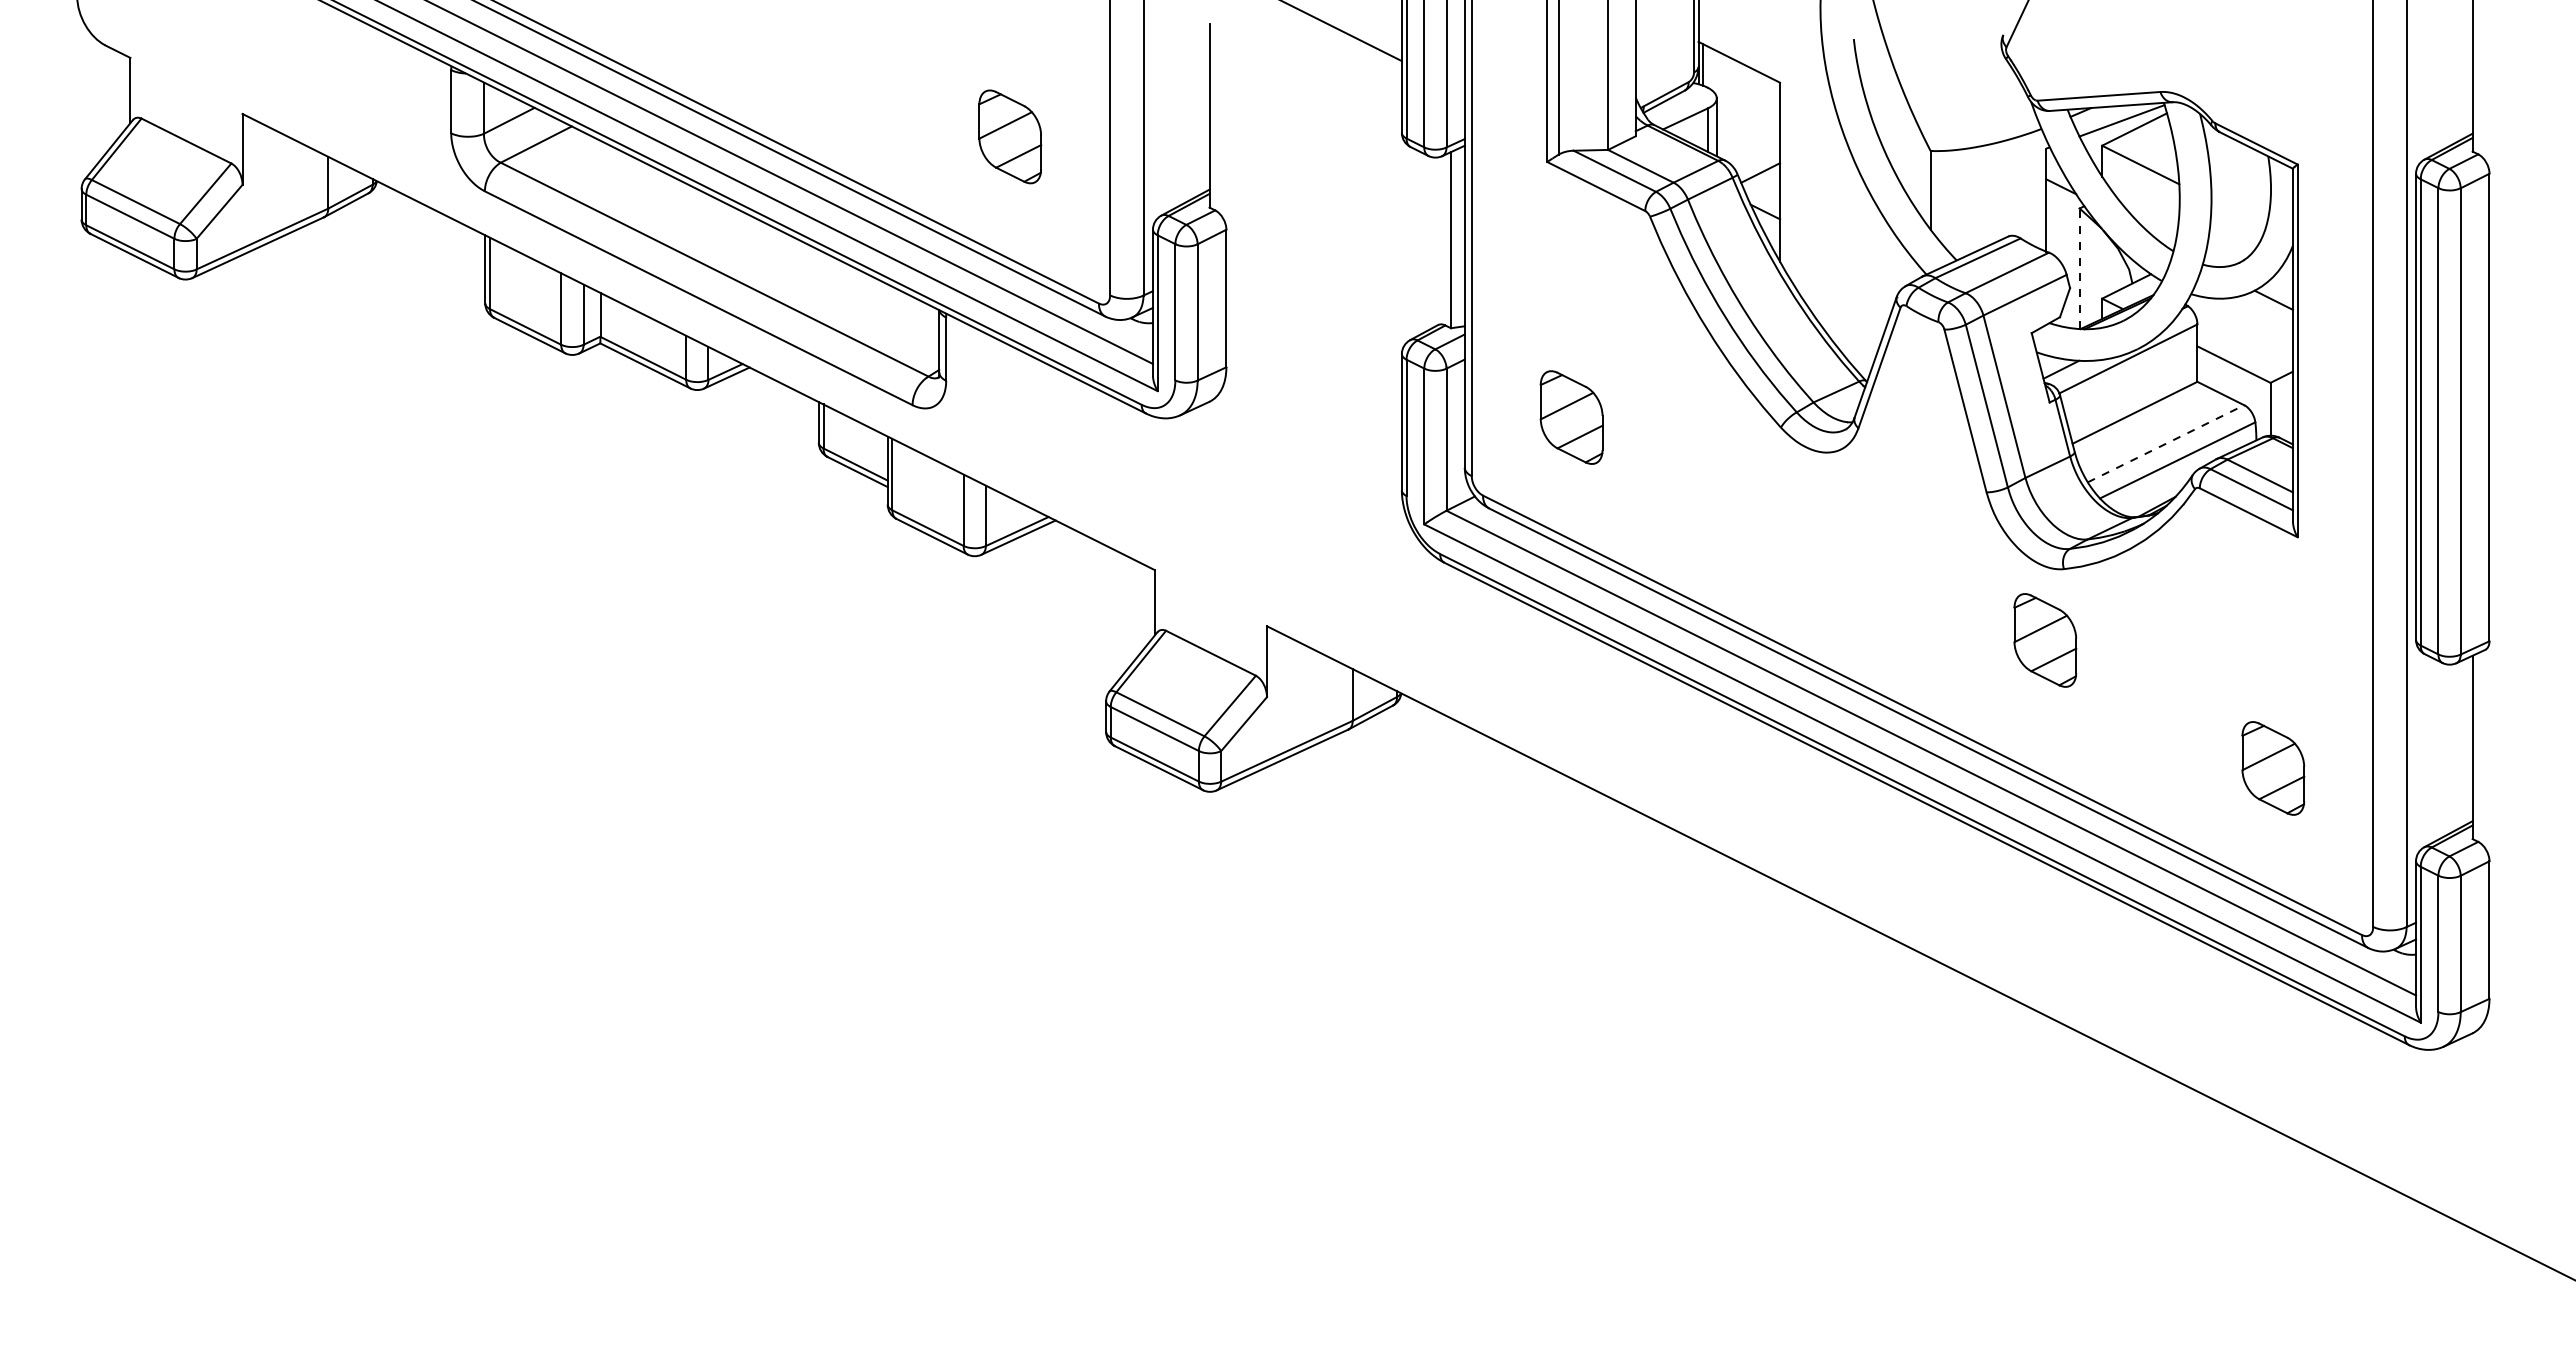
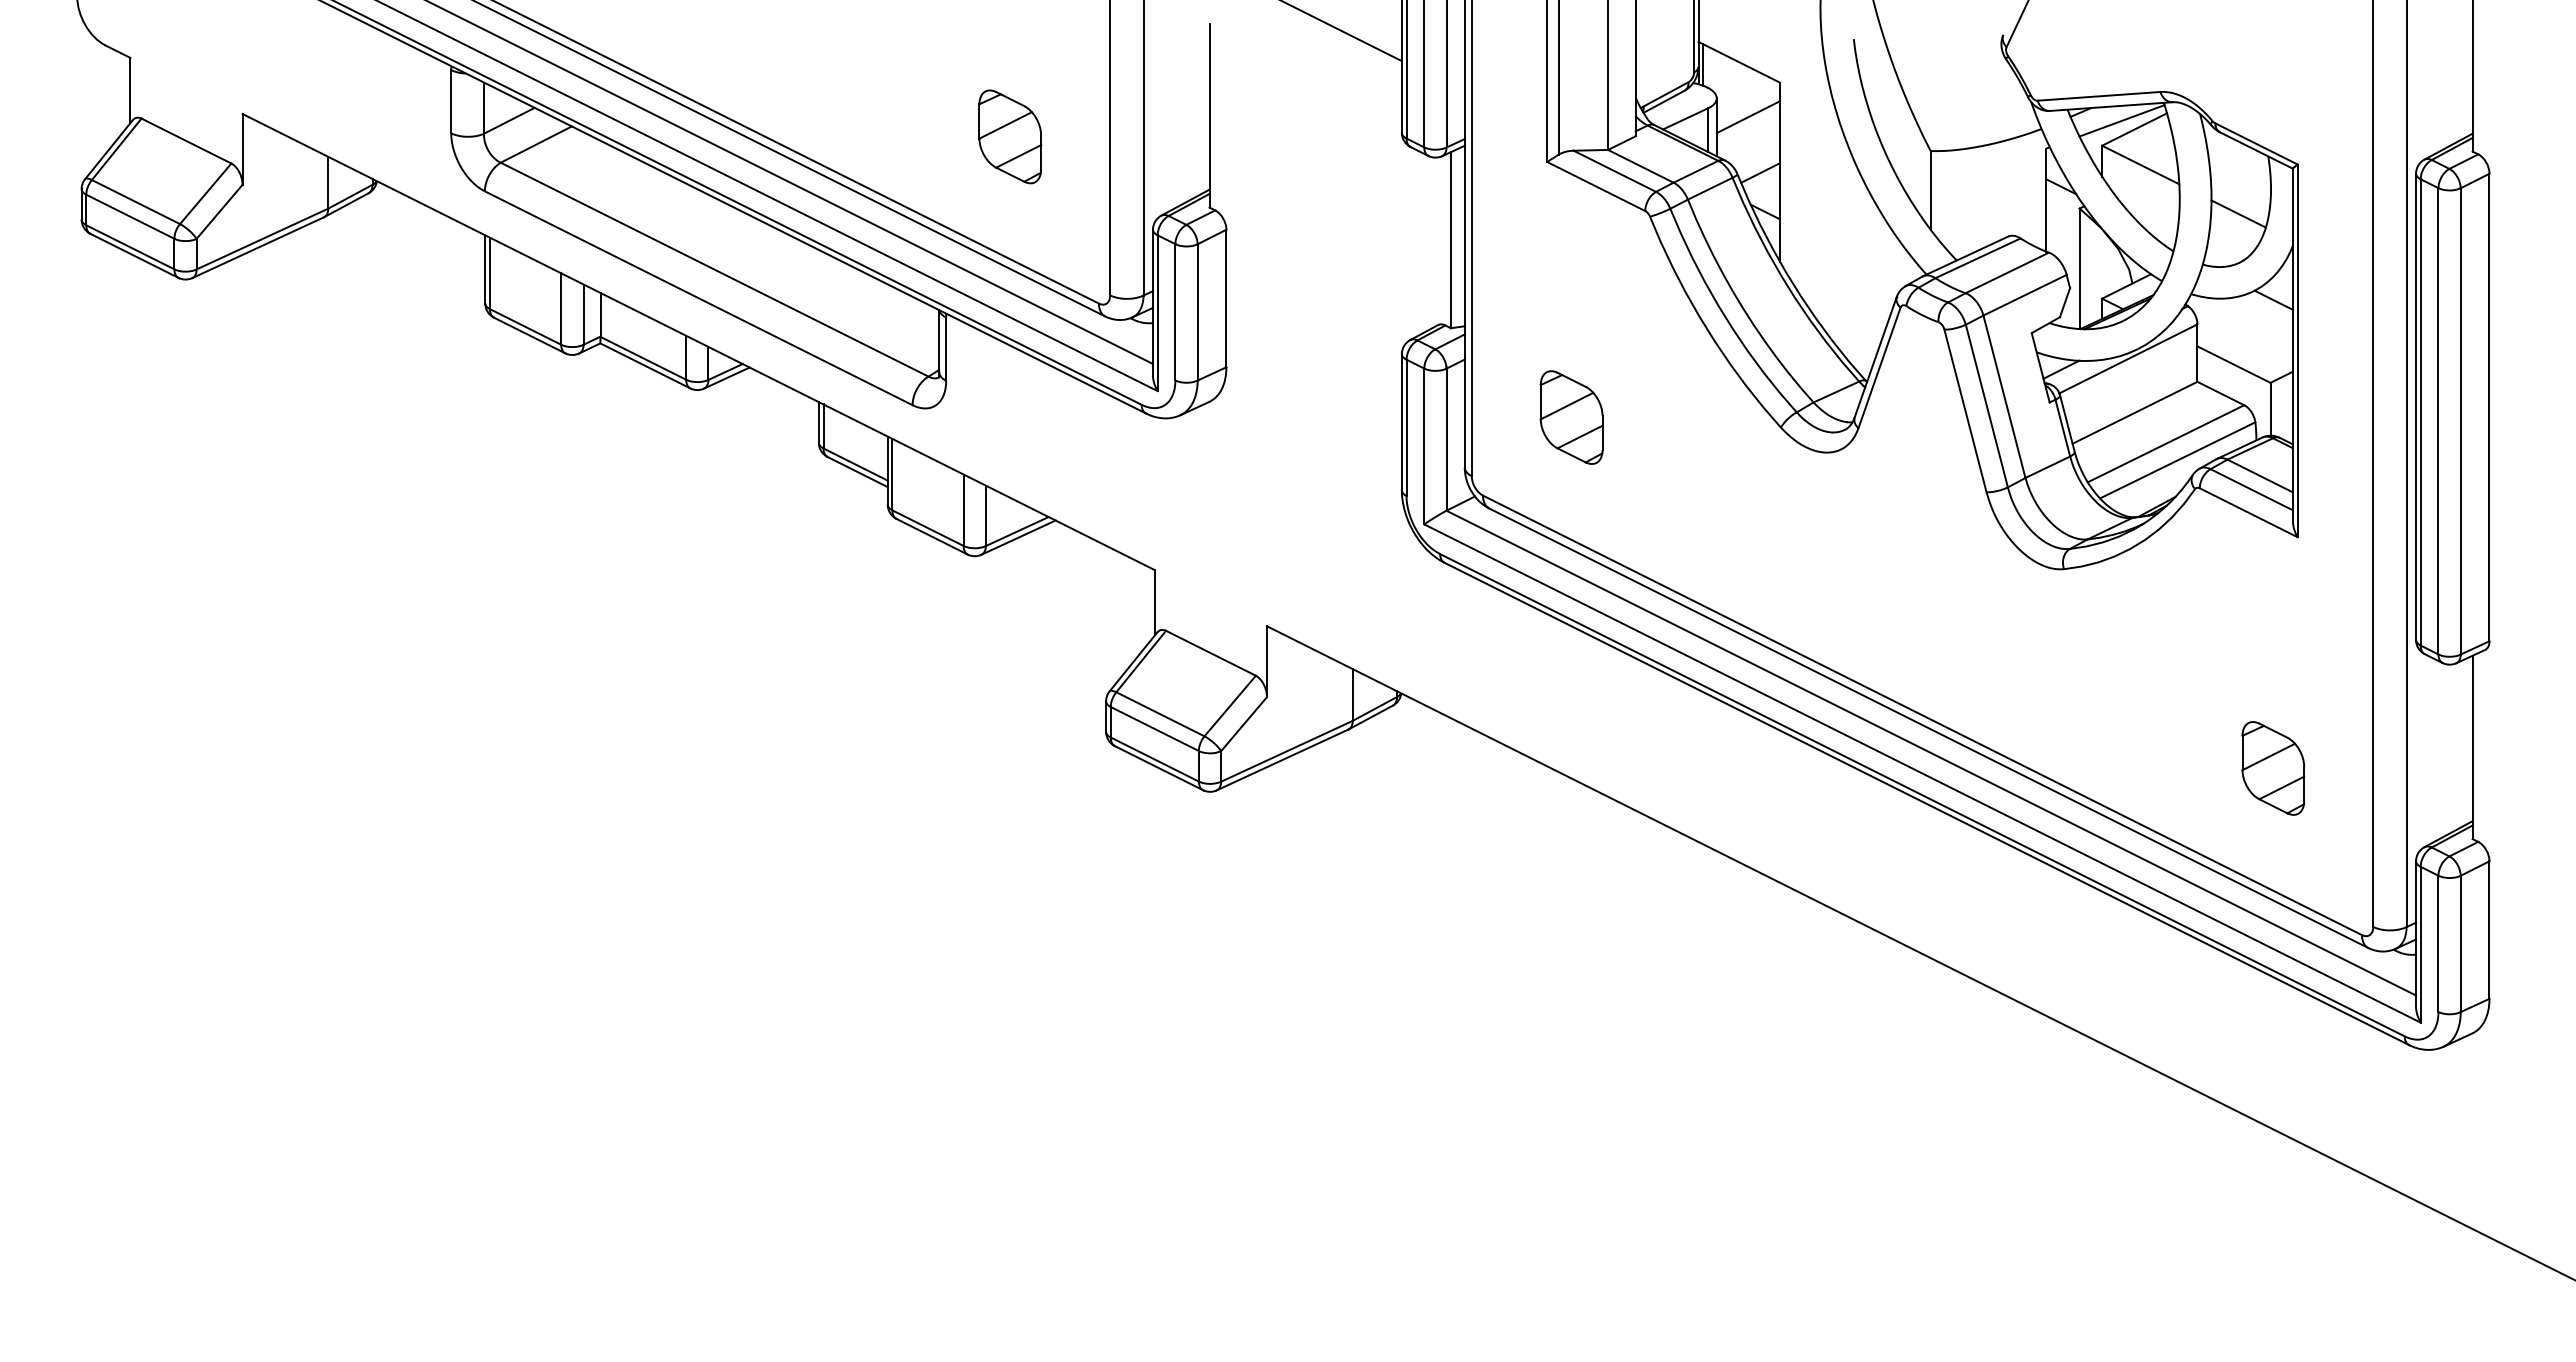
line at (1748, 117): none -> present
line at (2238, 213): none -> present
line at (2079, 268): dashed -> solid
line at (2166, 443): dashed -> solid
part at (2045, 640): present -> none
